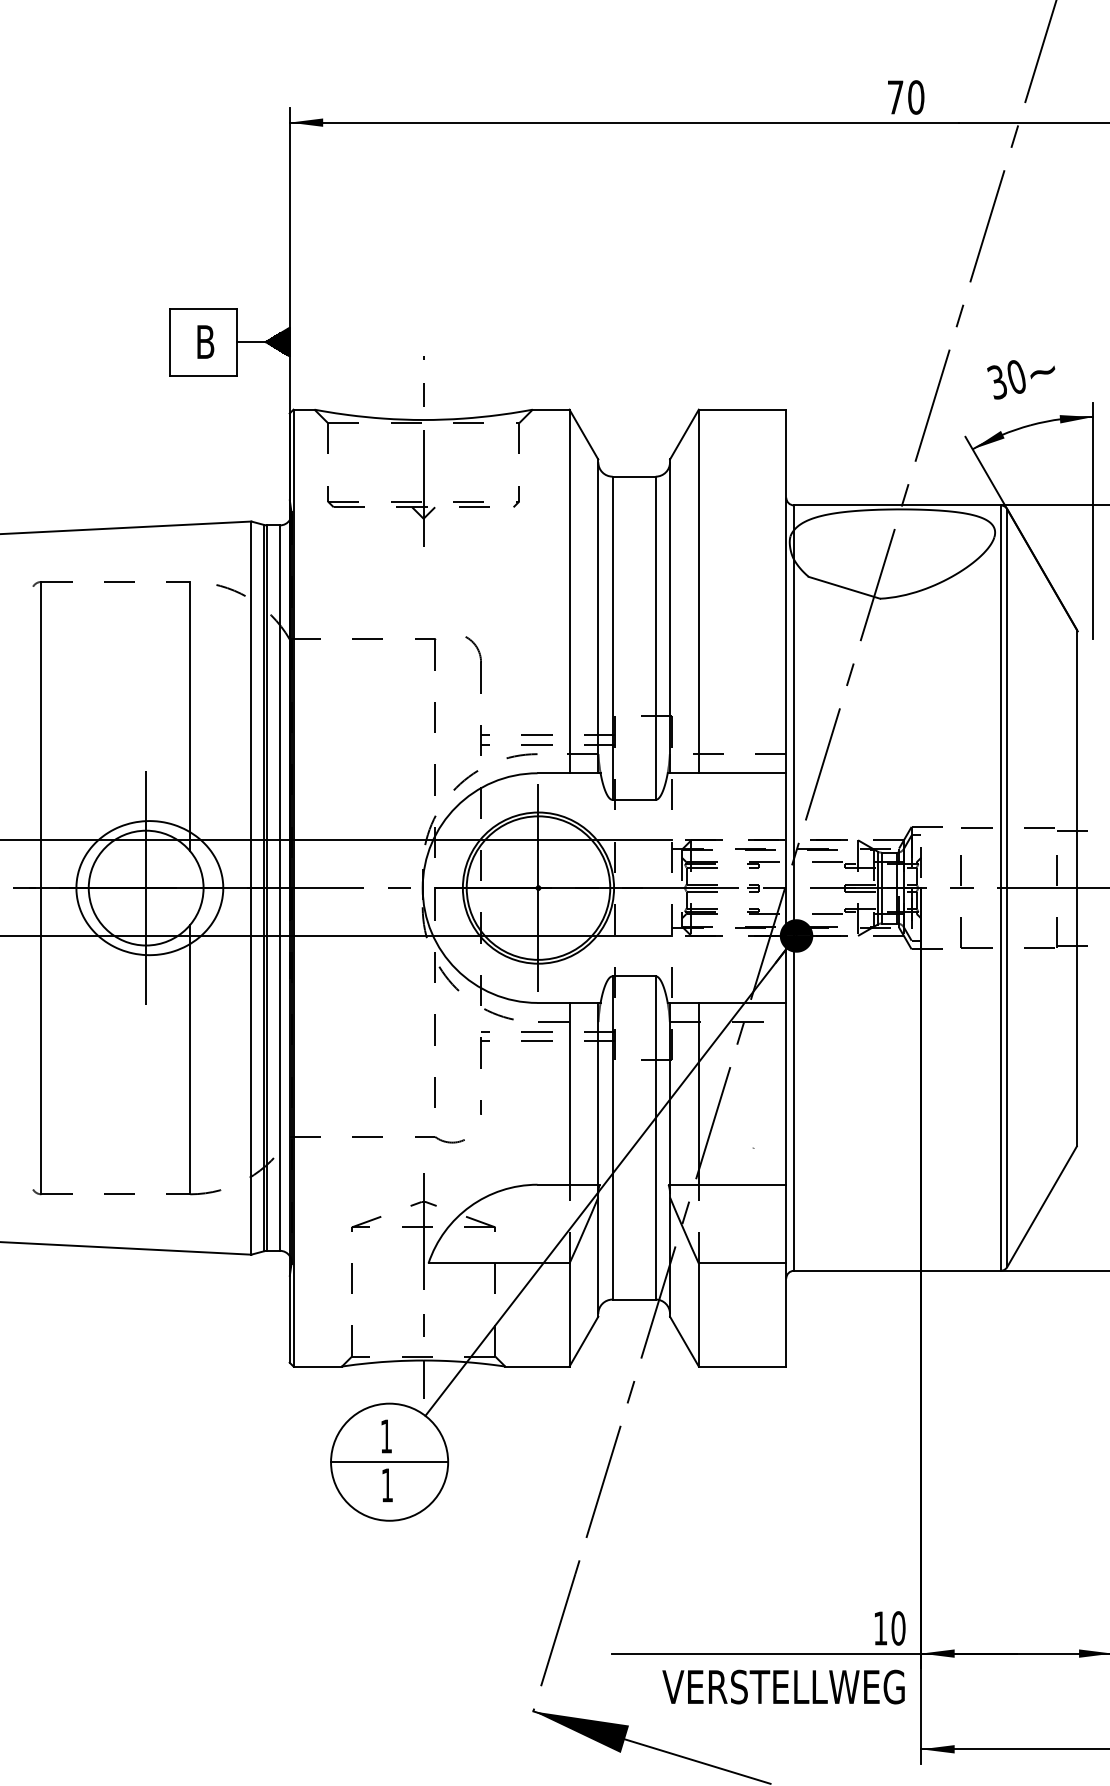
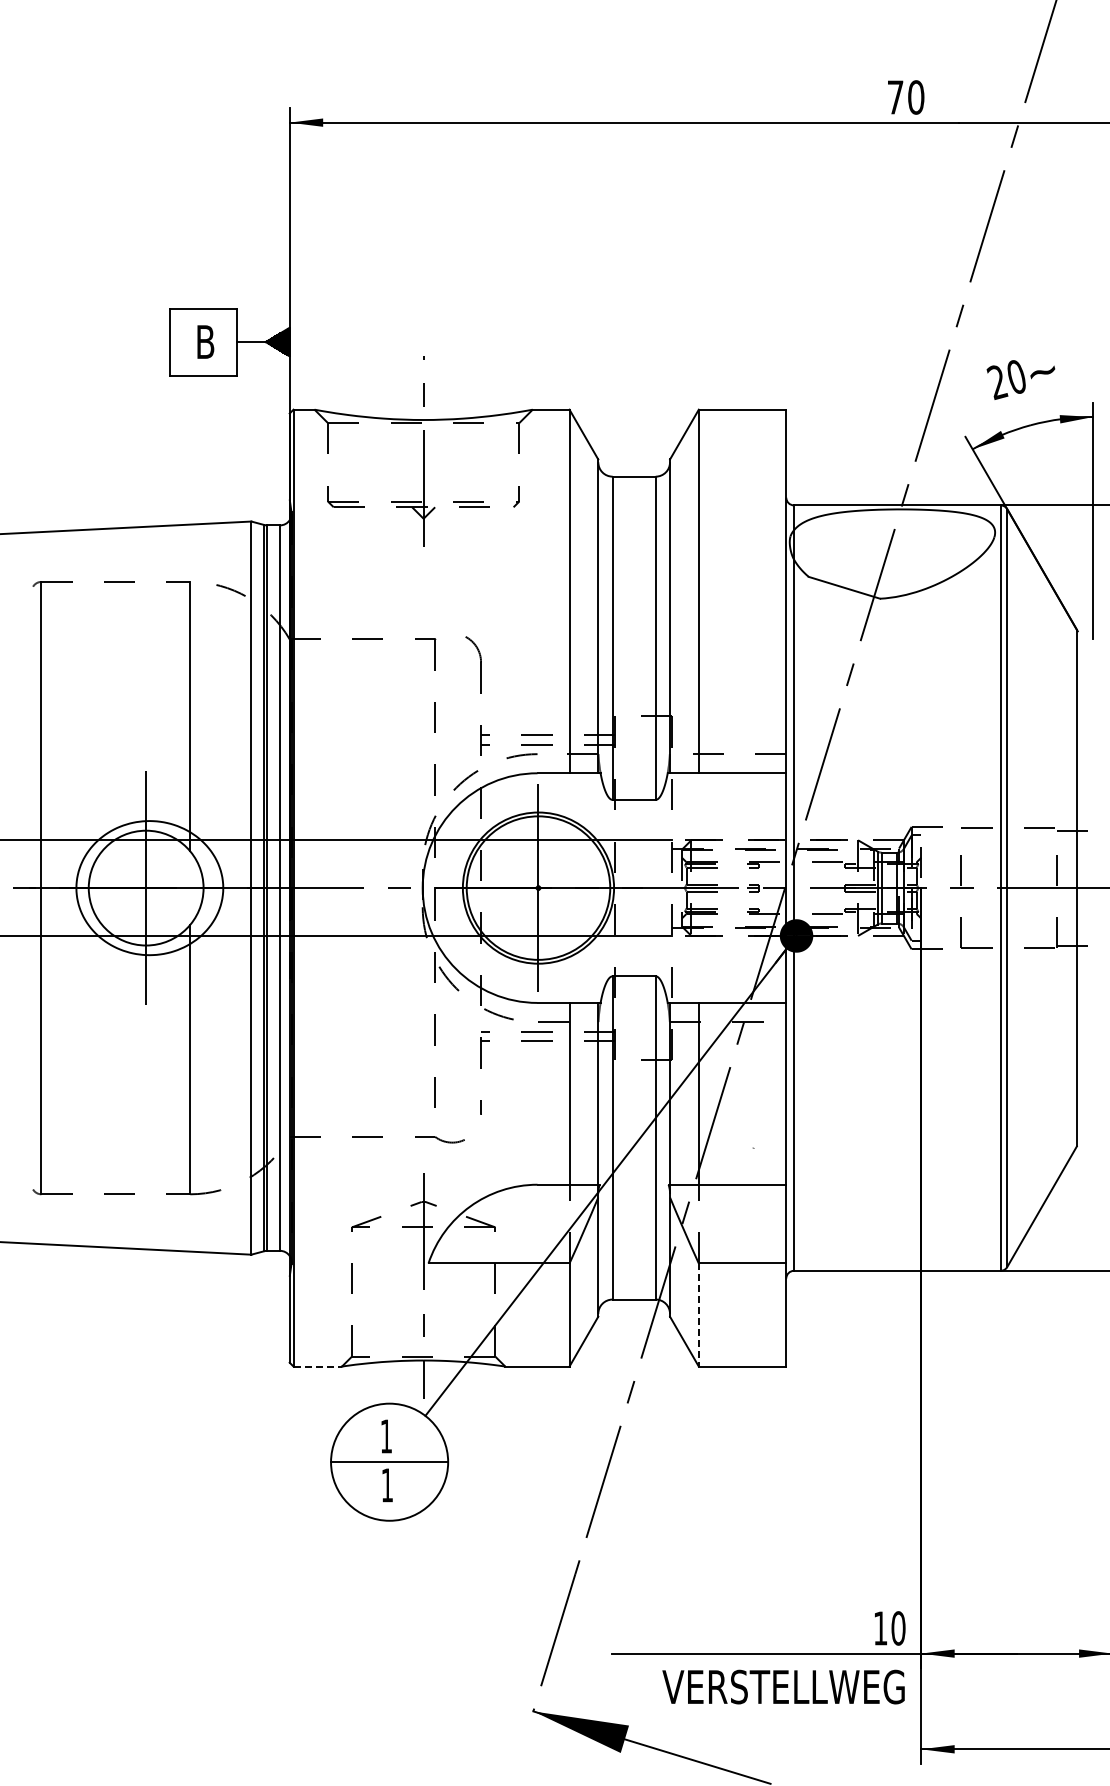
text at (997, 382): 30 -> 20
line at (698, 1315): solid -> dashed
line at (318, 1366): solid -> dashed
